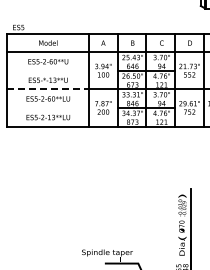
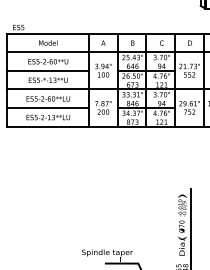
line at (47, 70): none -> present
line at (48, 89): dashed -> solid
line at (47, 107): none -> present
